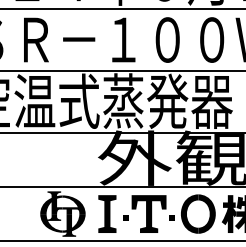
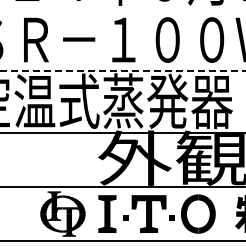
line at (122, 8): present -> none
line at (123, 70): solid -> dashed
fill at (228, 214): present -> none
